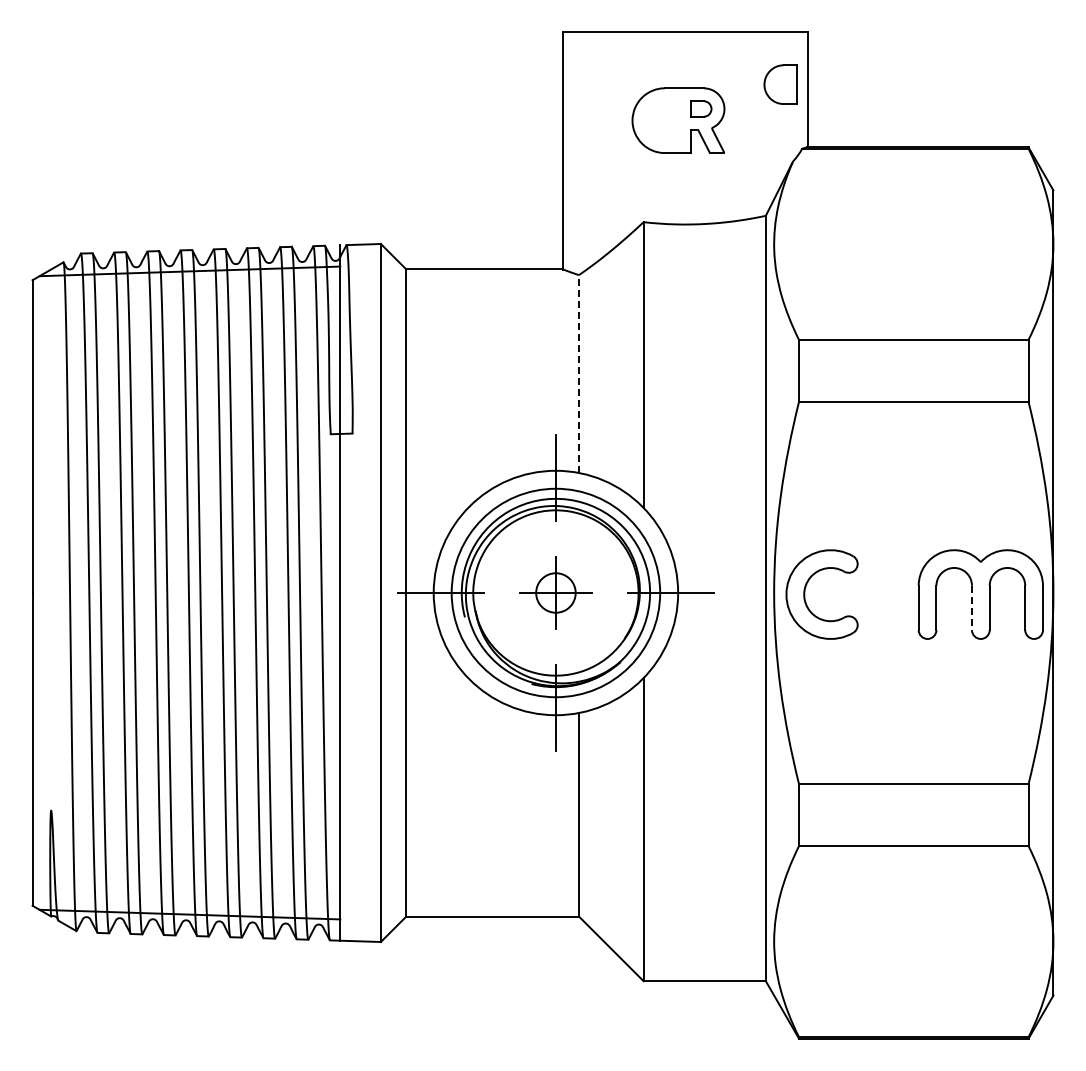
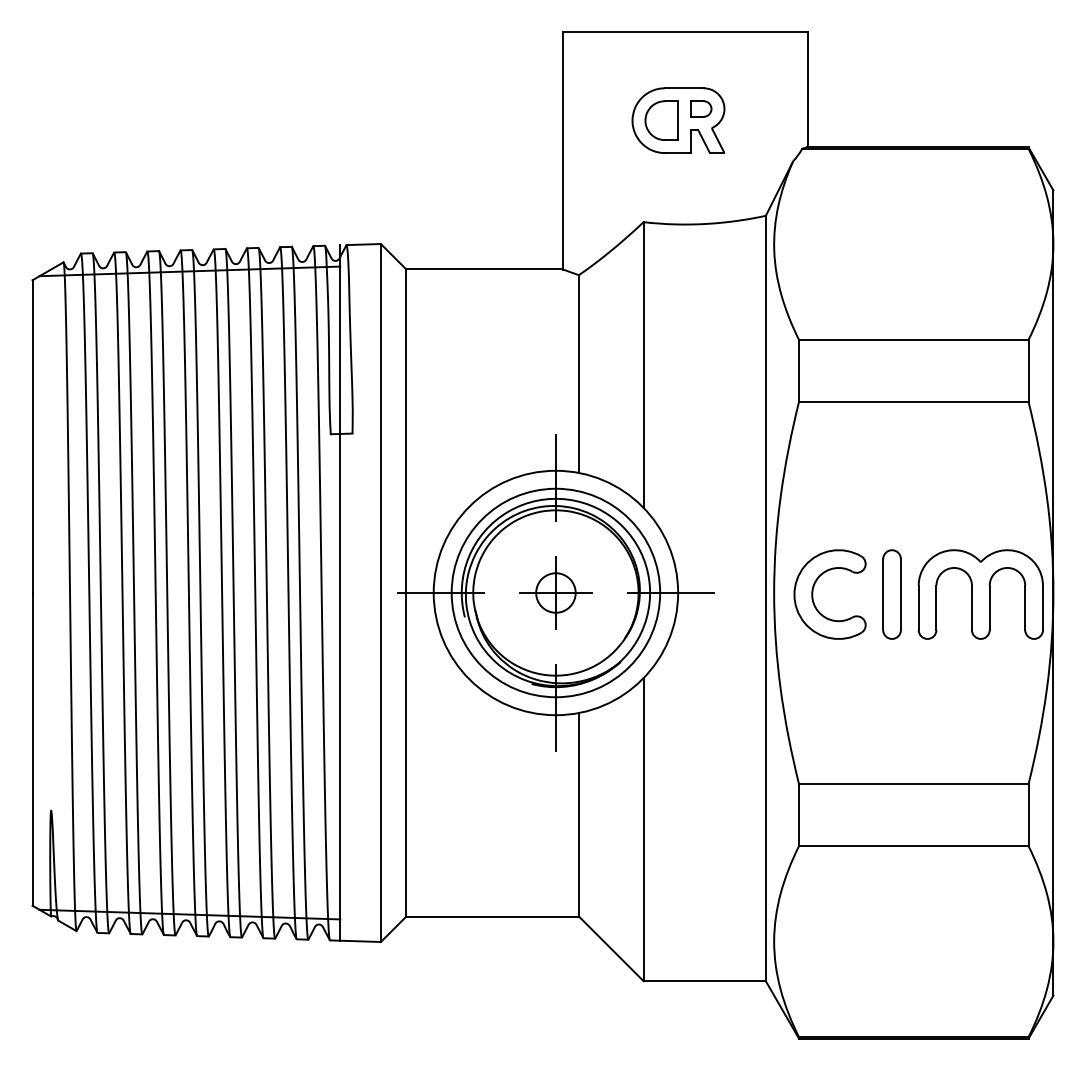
part at (780, 84) position: (780, 84) -> (661, 120)
line at (578, 374): dashed -> solid
part at (805, 594) position: (805, 594) -> (813, 594)
part at (891, 594): none -> present
line at (971, 608): dashed -> solid
